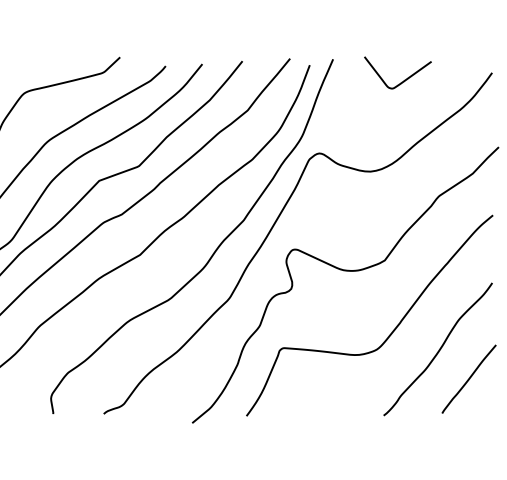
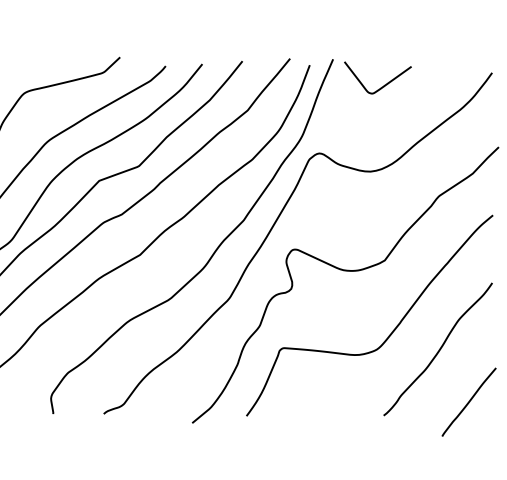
curve at (404, 79) position: (404, 79) -> (384, 84)
line at (468, 378) position: (468, 378) -> (468, 401)
